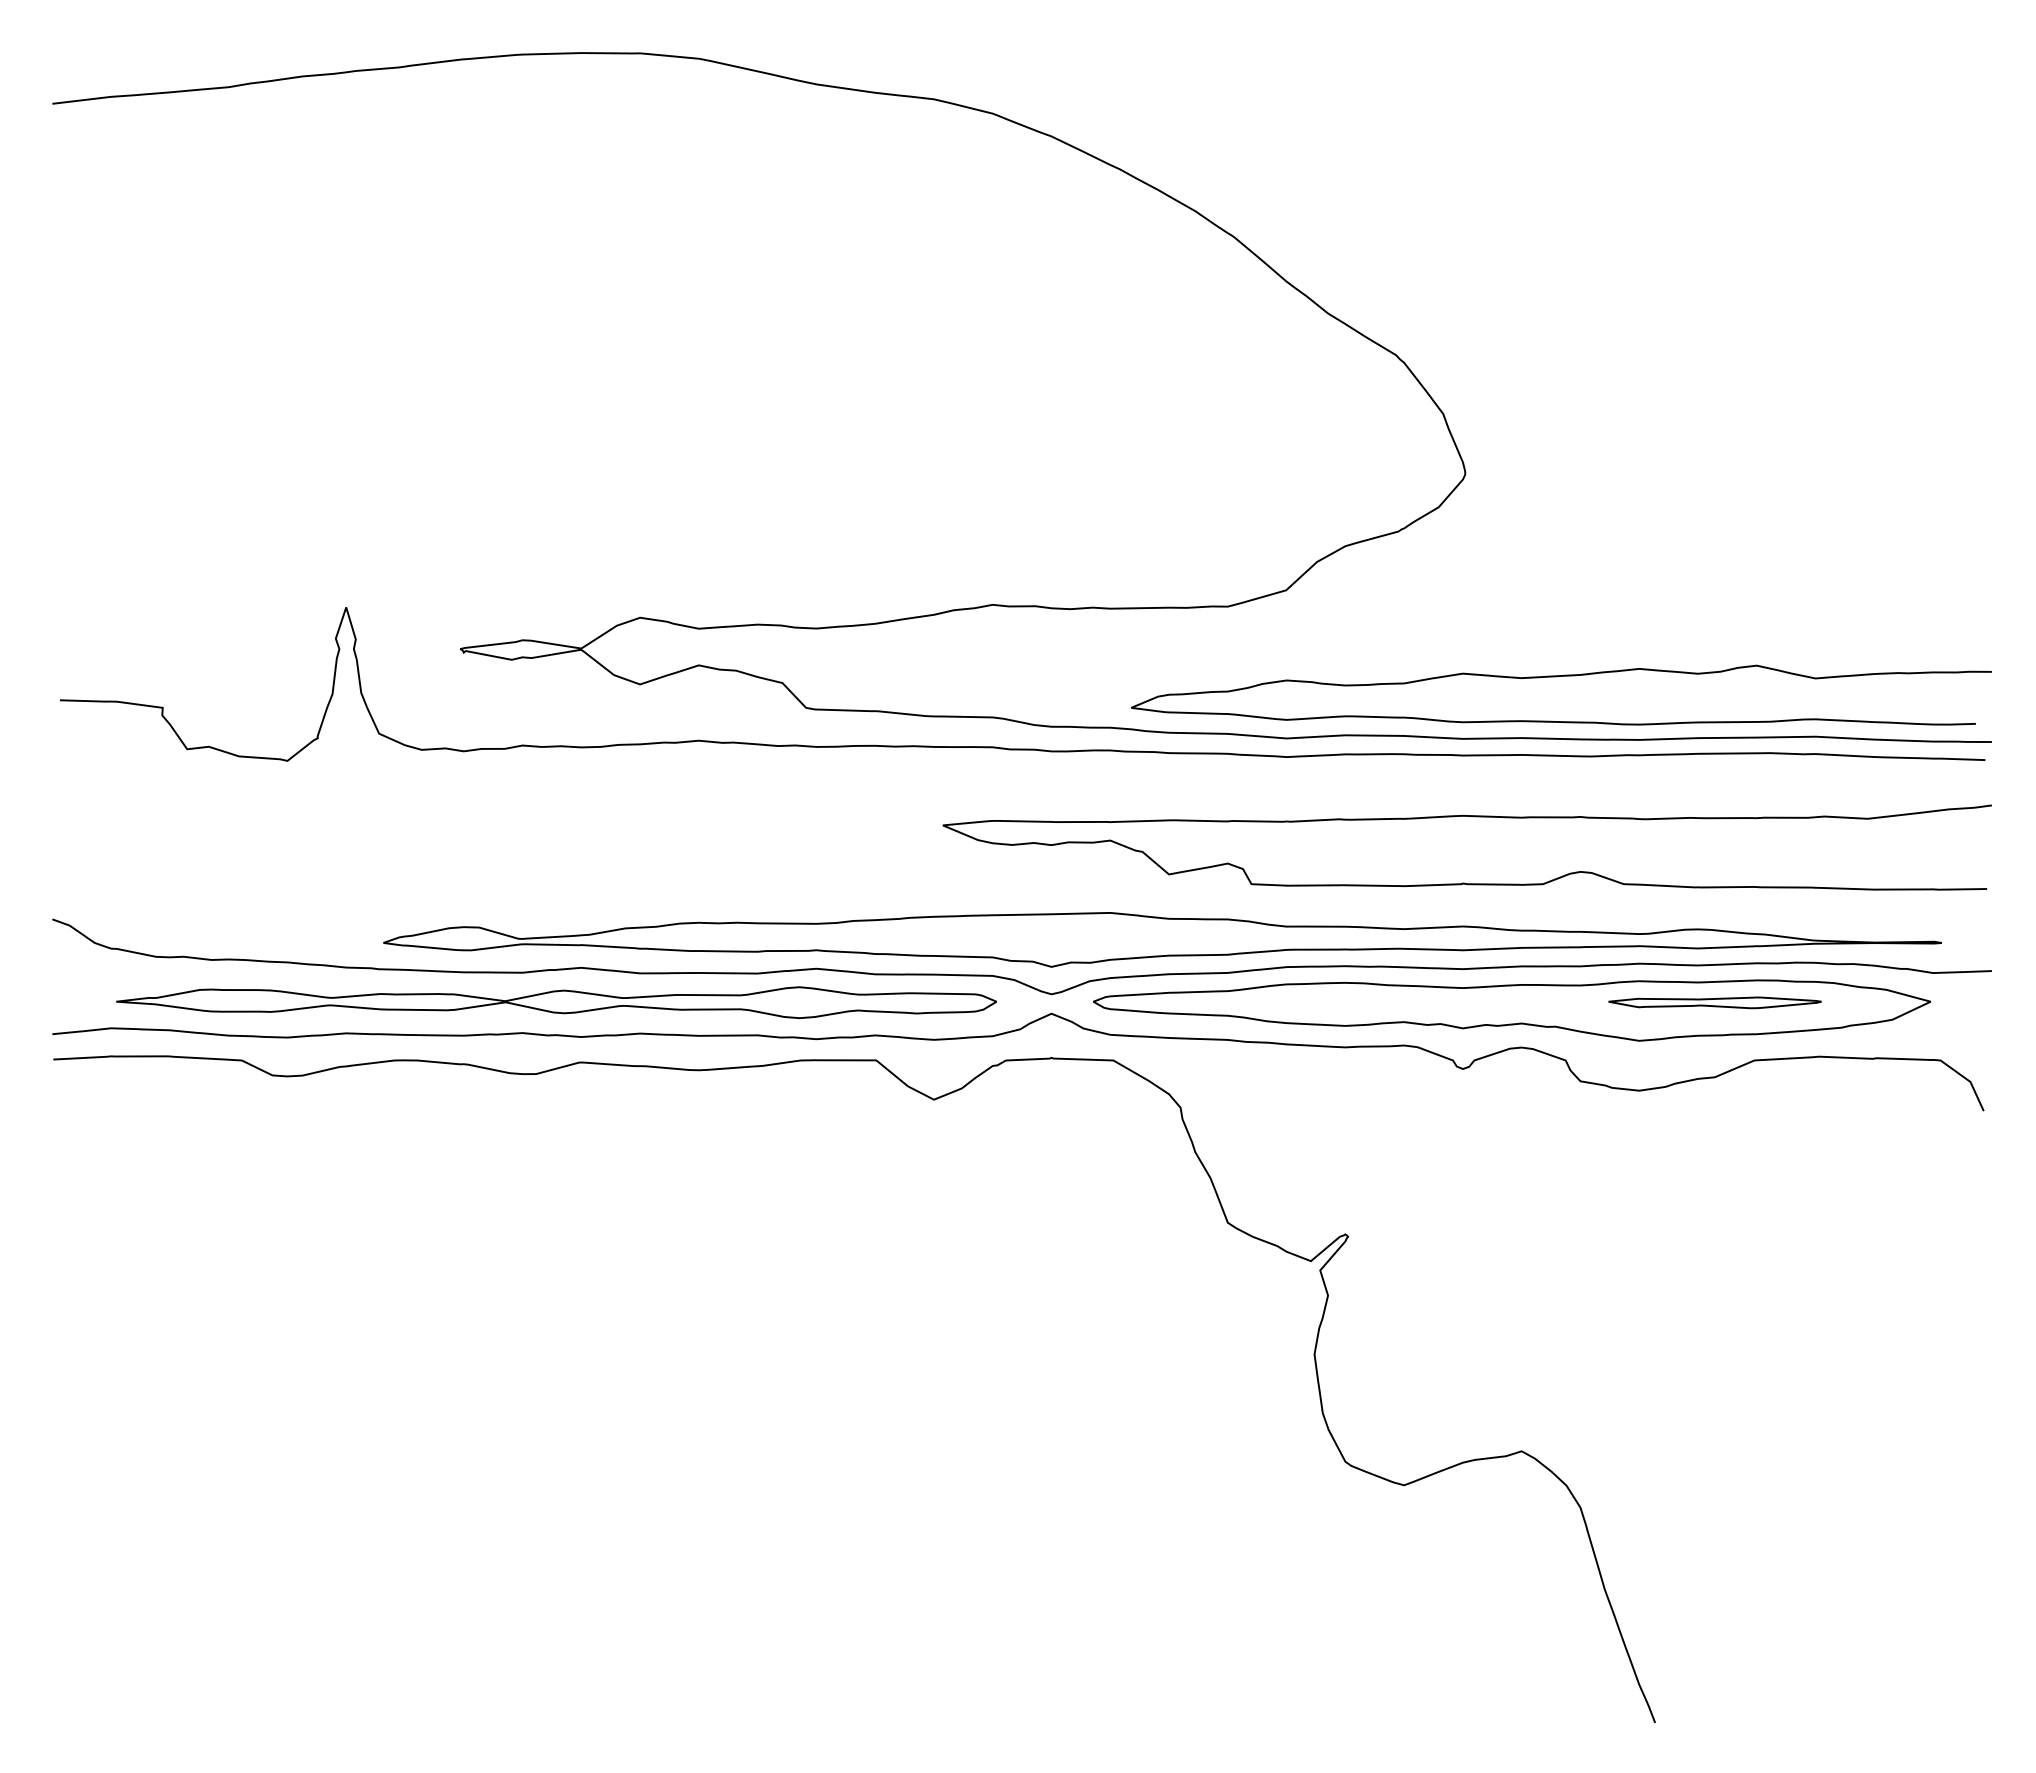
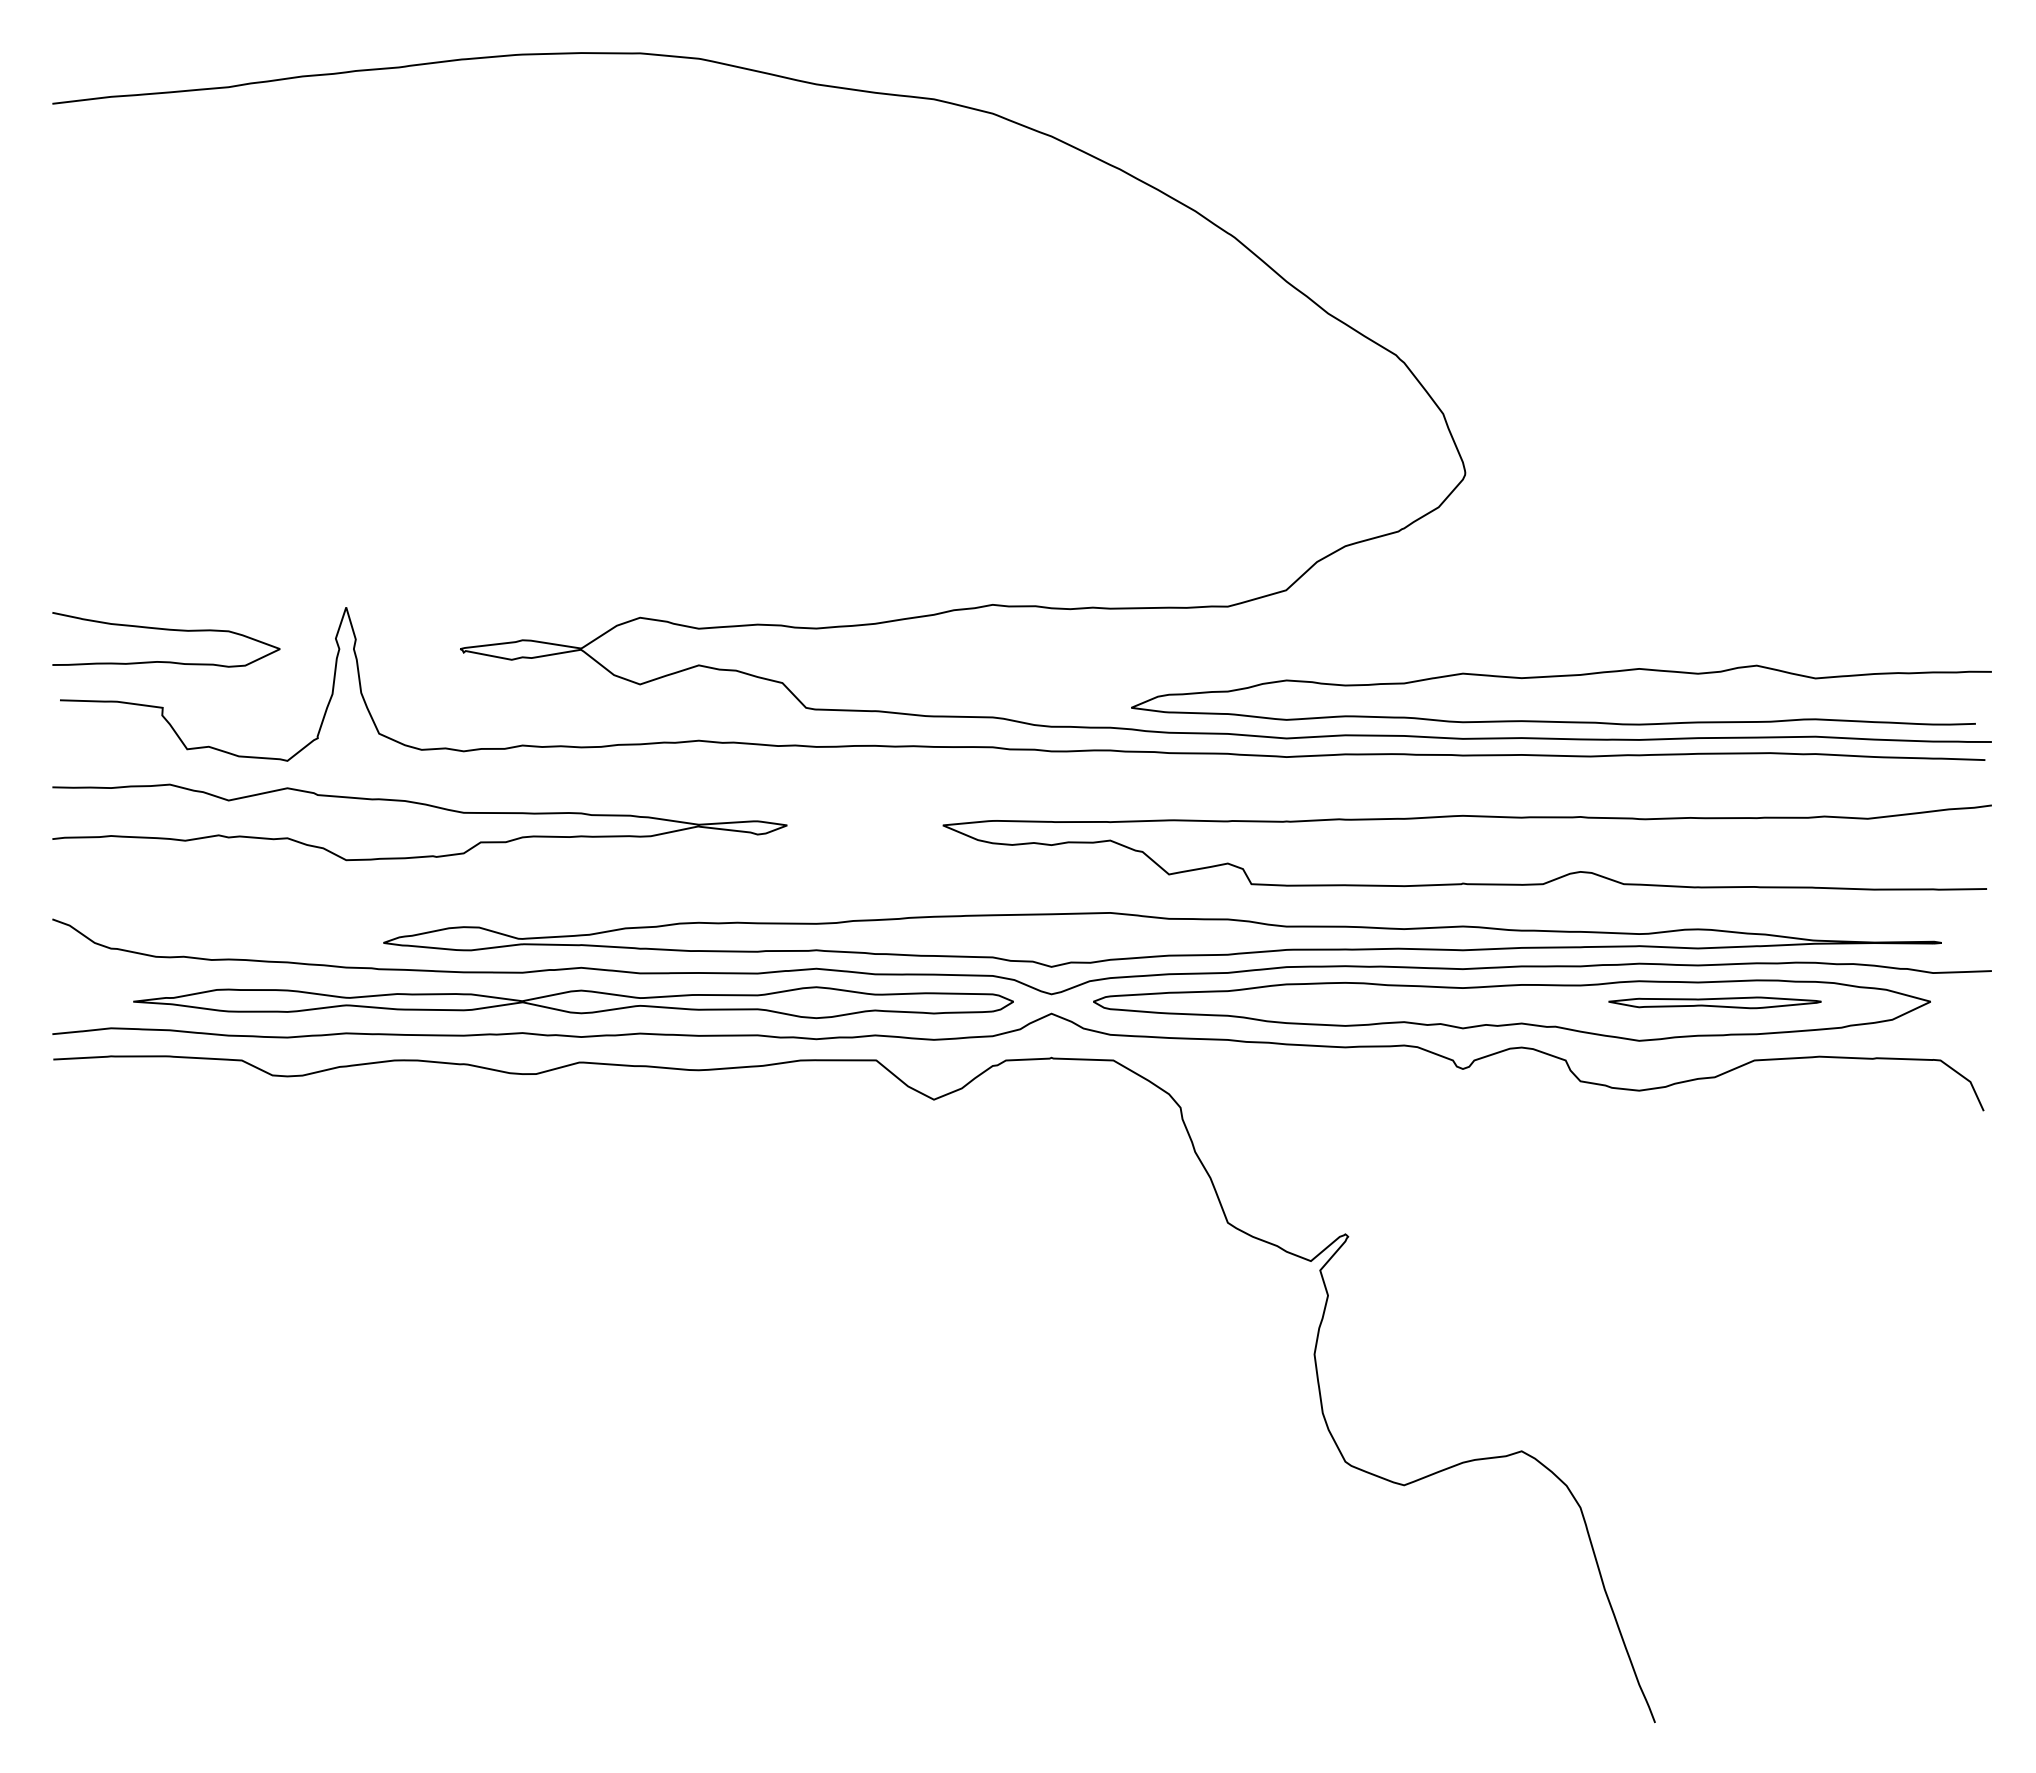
curve at (166, 630): none -> present
curve at (423, 805): none -> present
part at (556, 1002) position: (556, 1002) -> (573, 1002)
